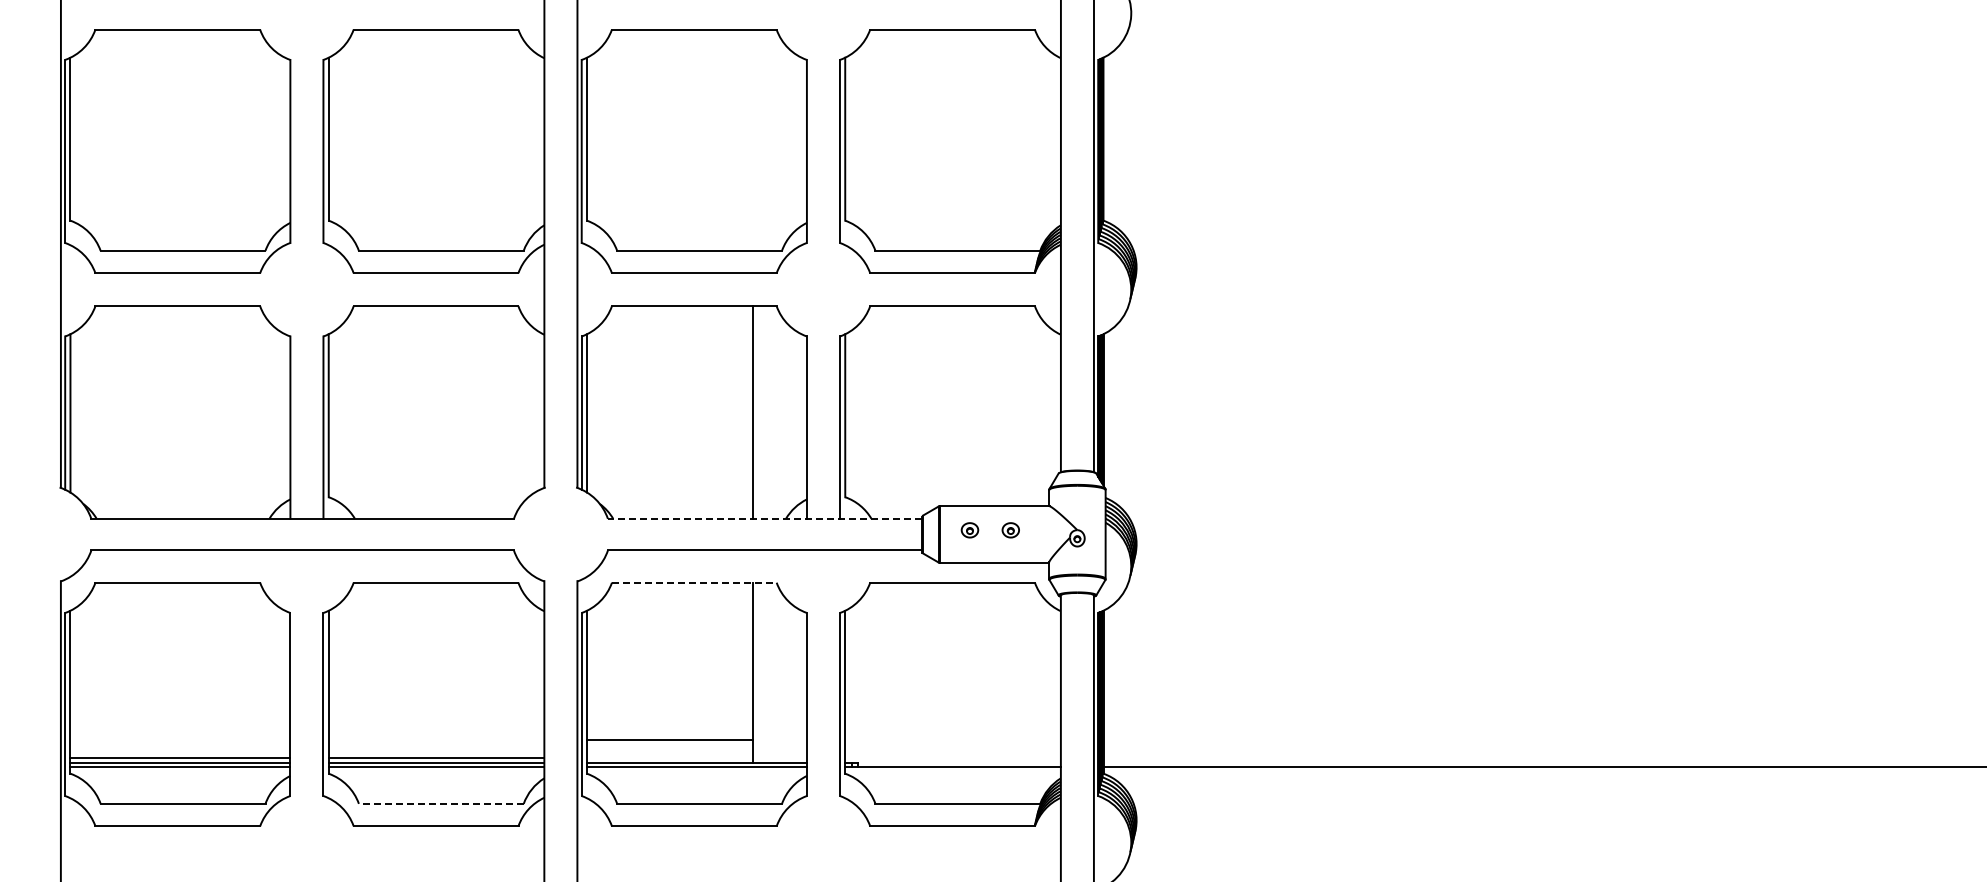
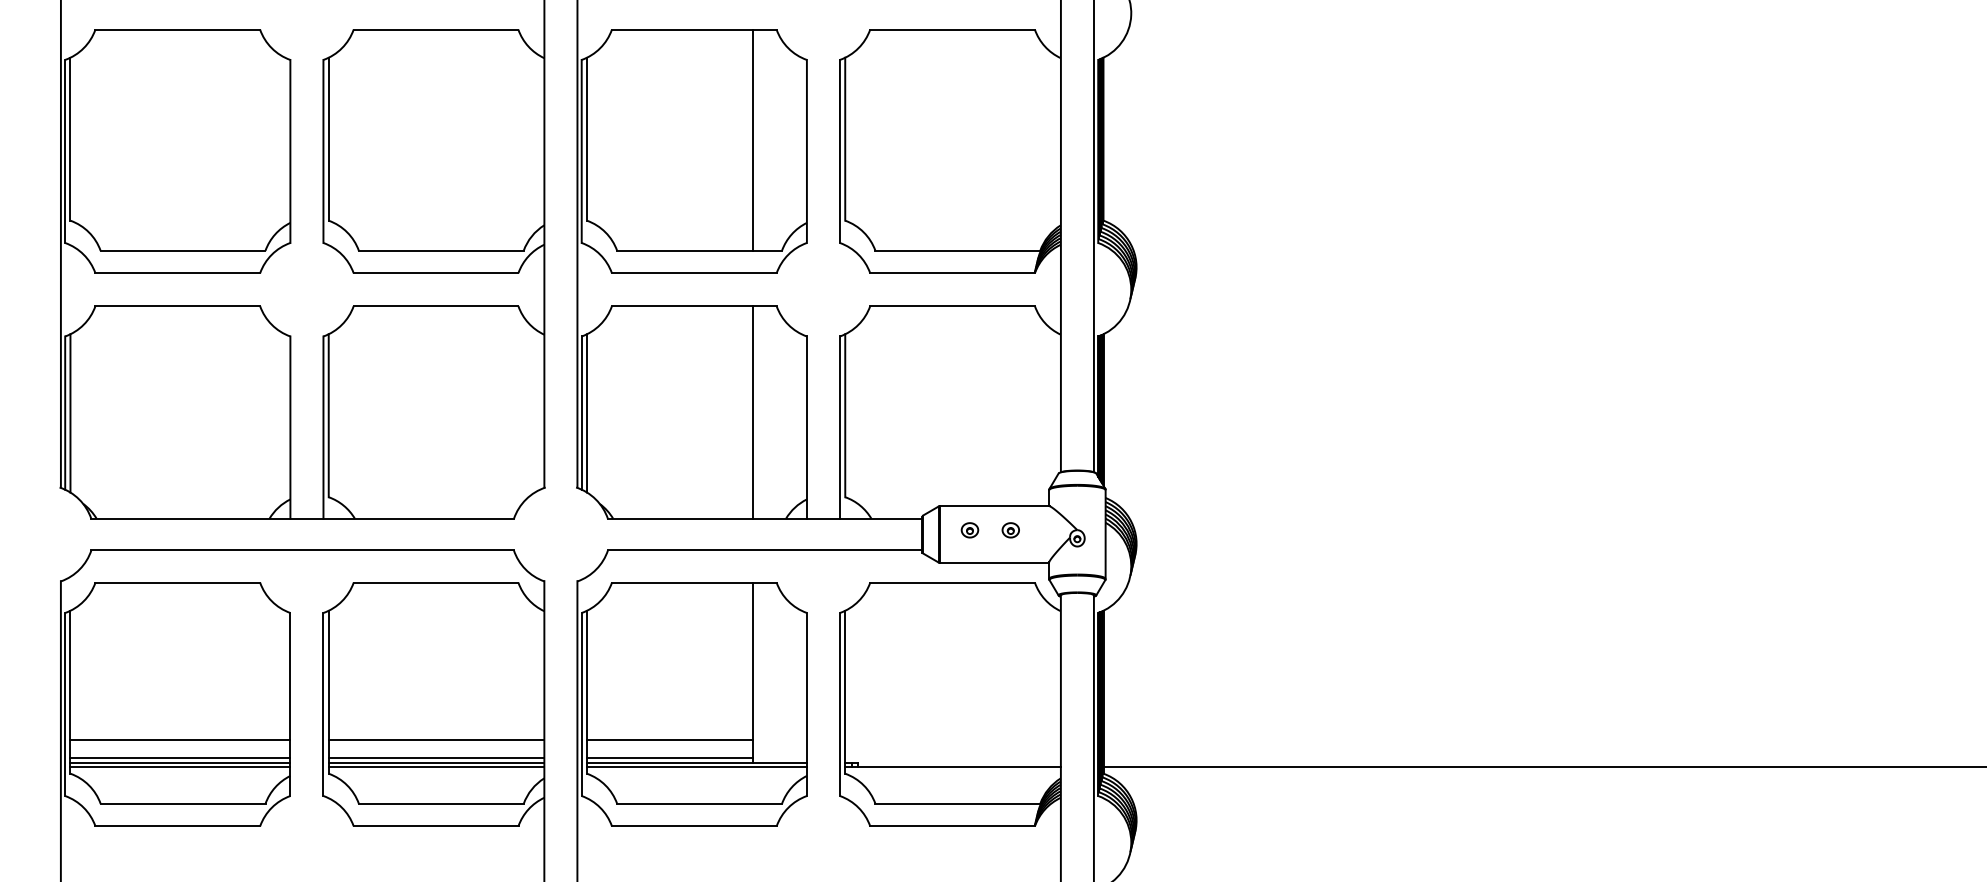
line at (752, 139): none -> present
line at (764, 518): dashed -> solid
line at (694, 582): dashed -> solid
line at (180, 739): none -> present
line at (436, 739): none -> present
line at (669, 757): none -> present
line at (440, 803): dashed -> solid
